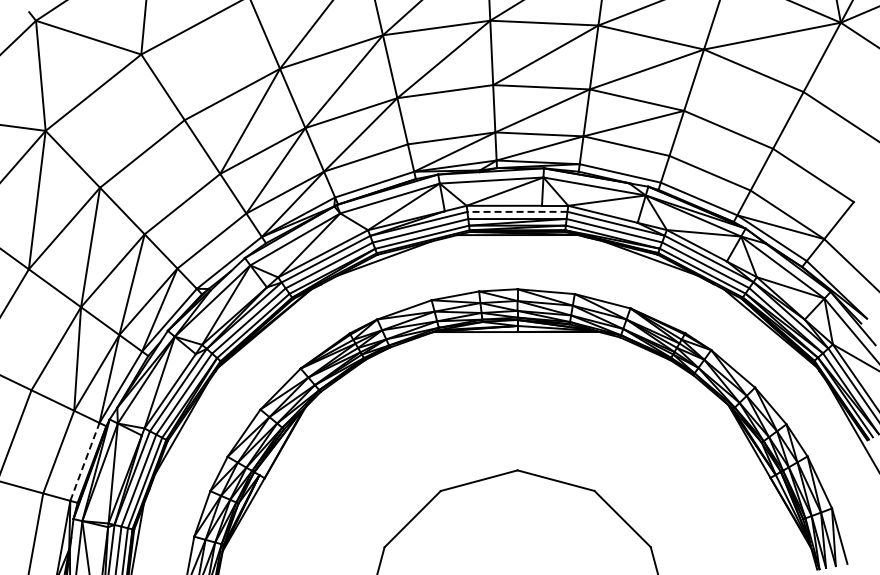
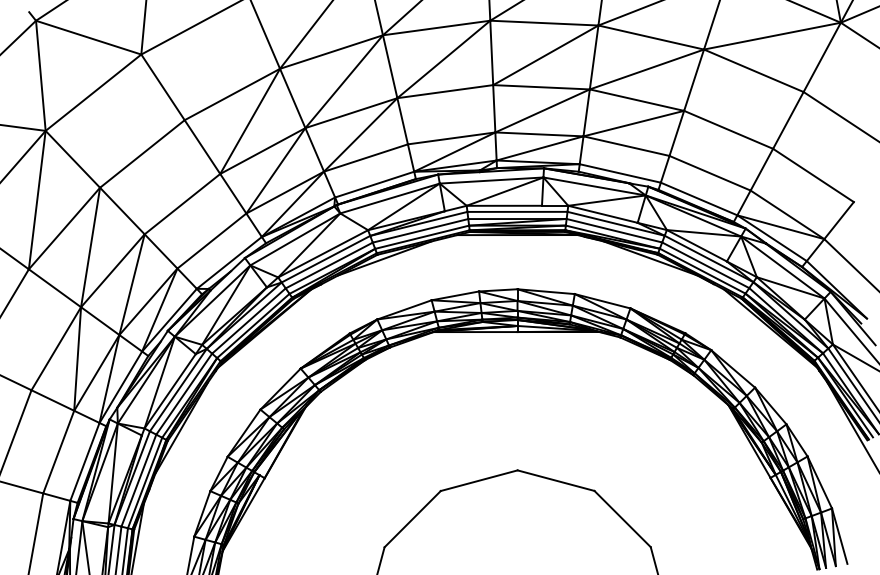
line at (516, 211): dashed -> solid
line at (84, 461): dashed -> solid
